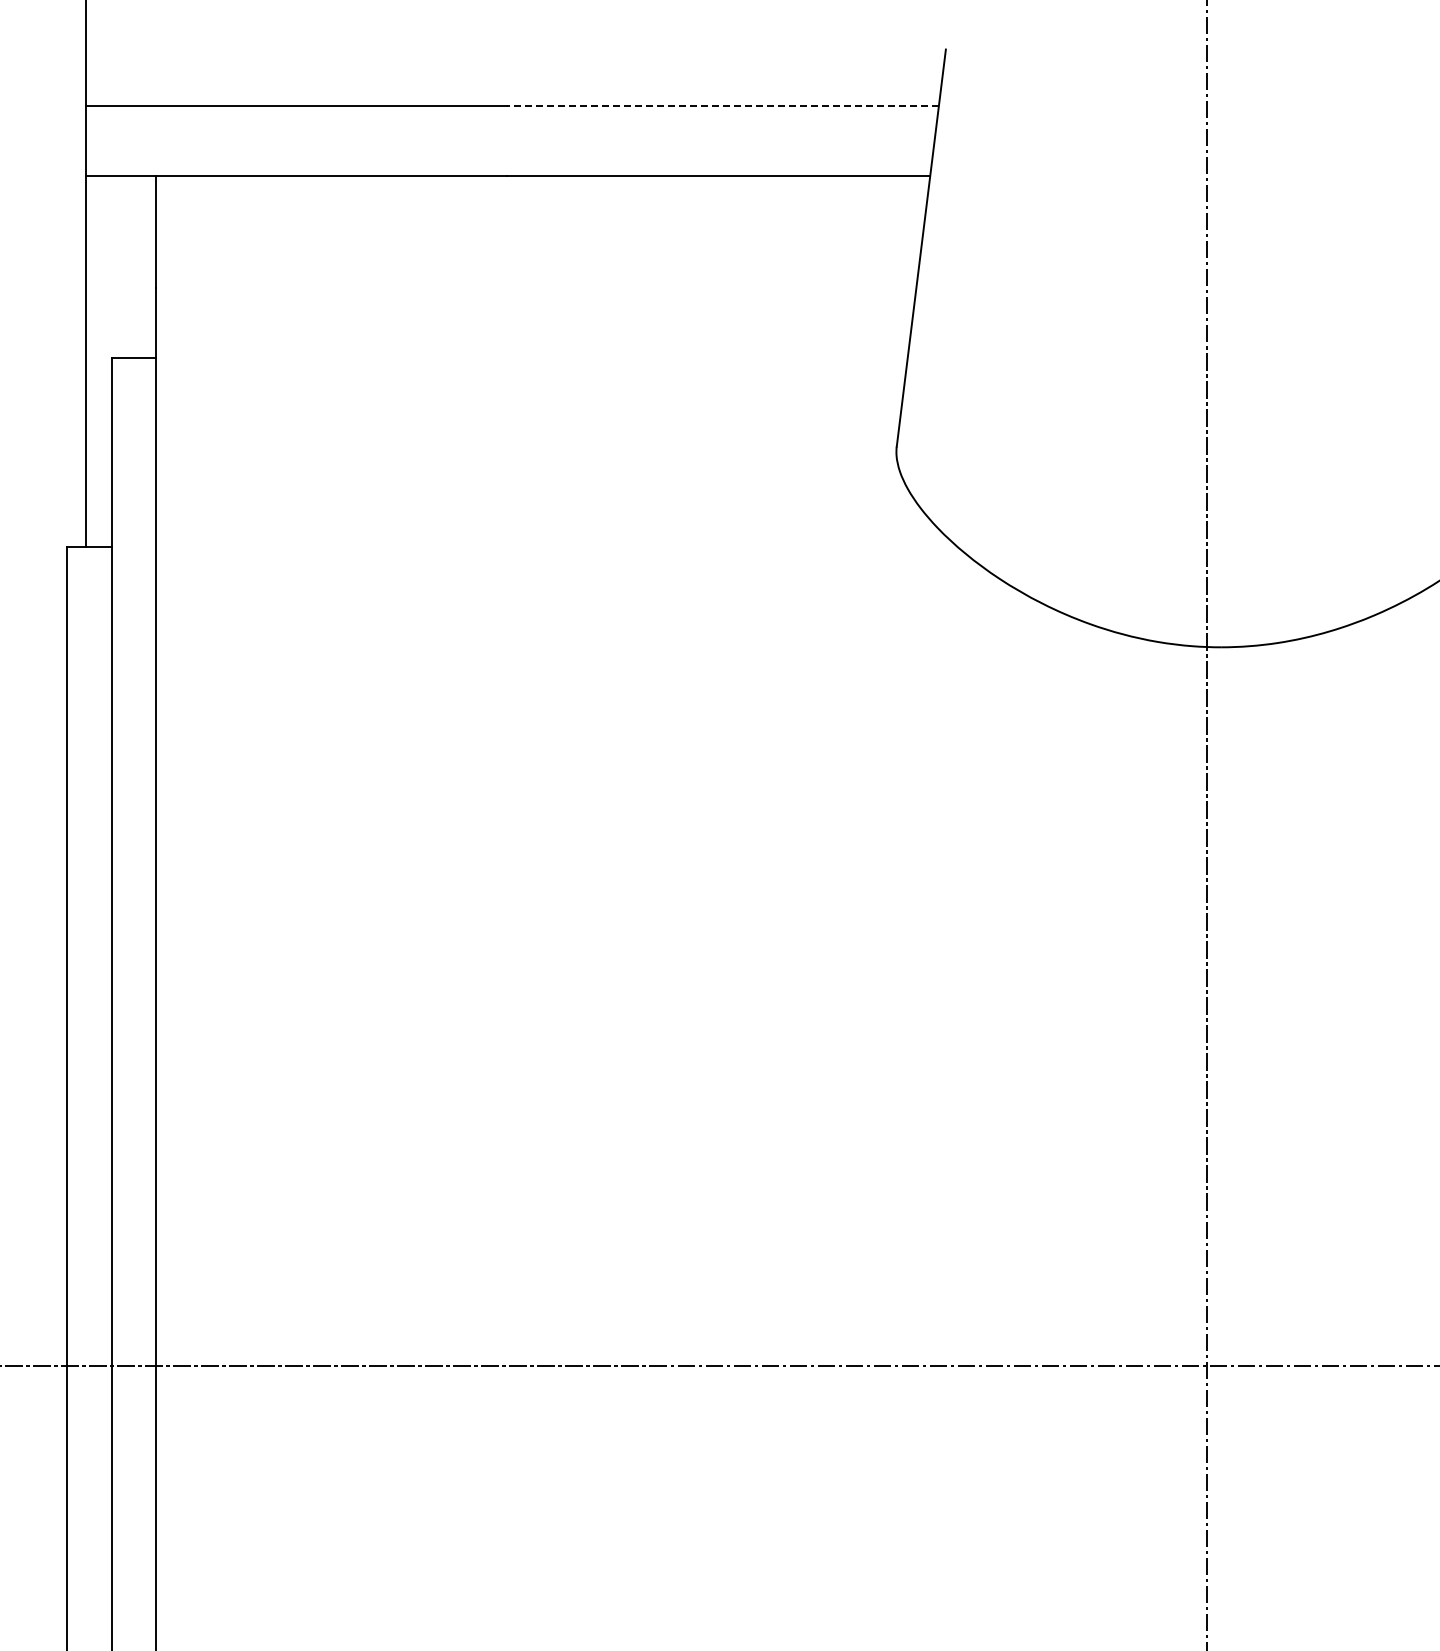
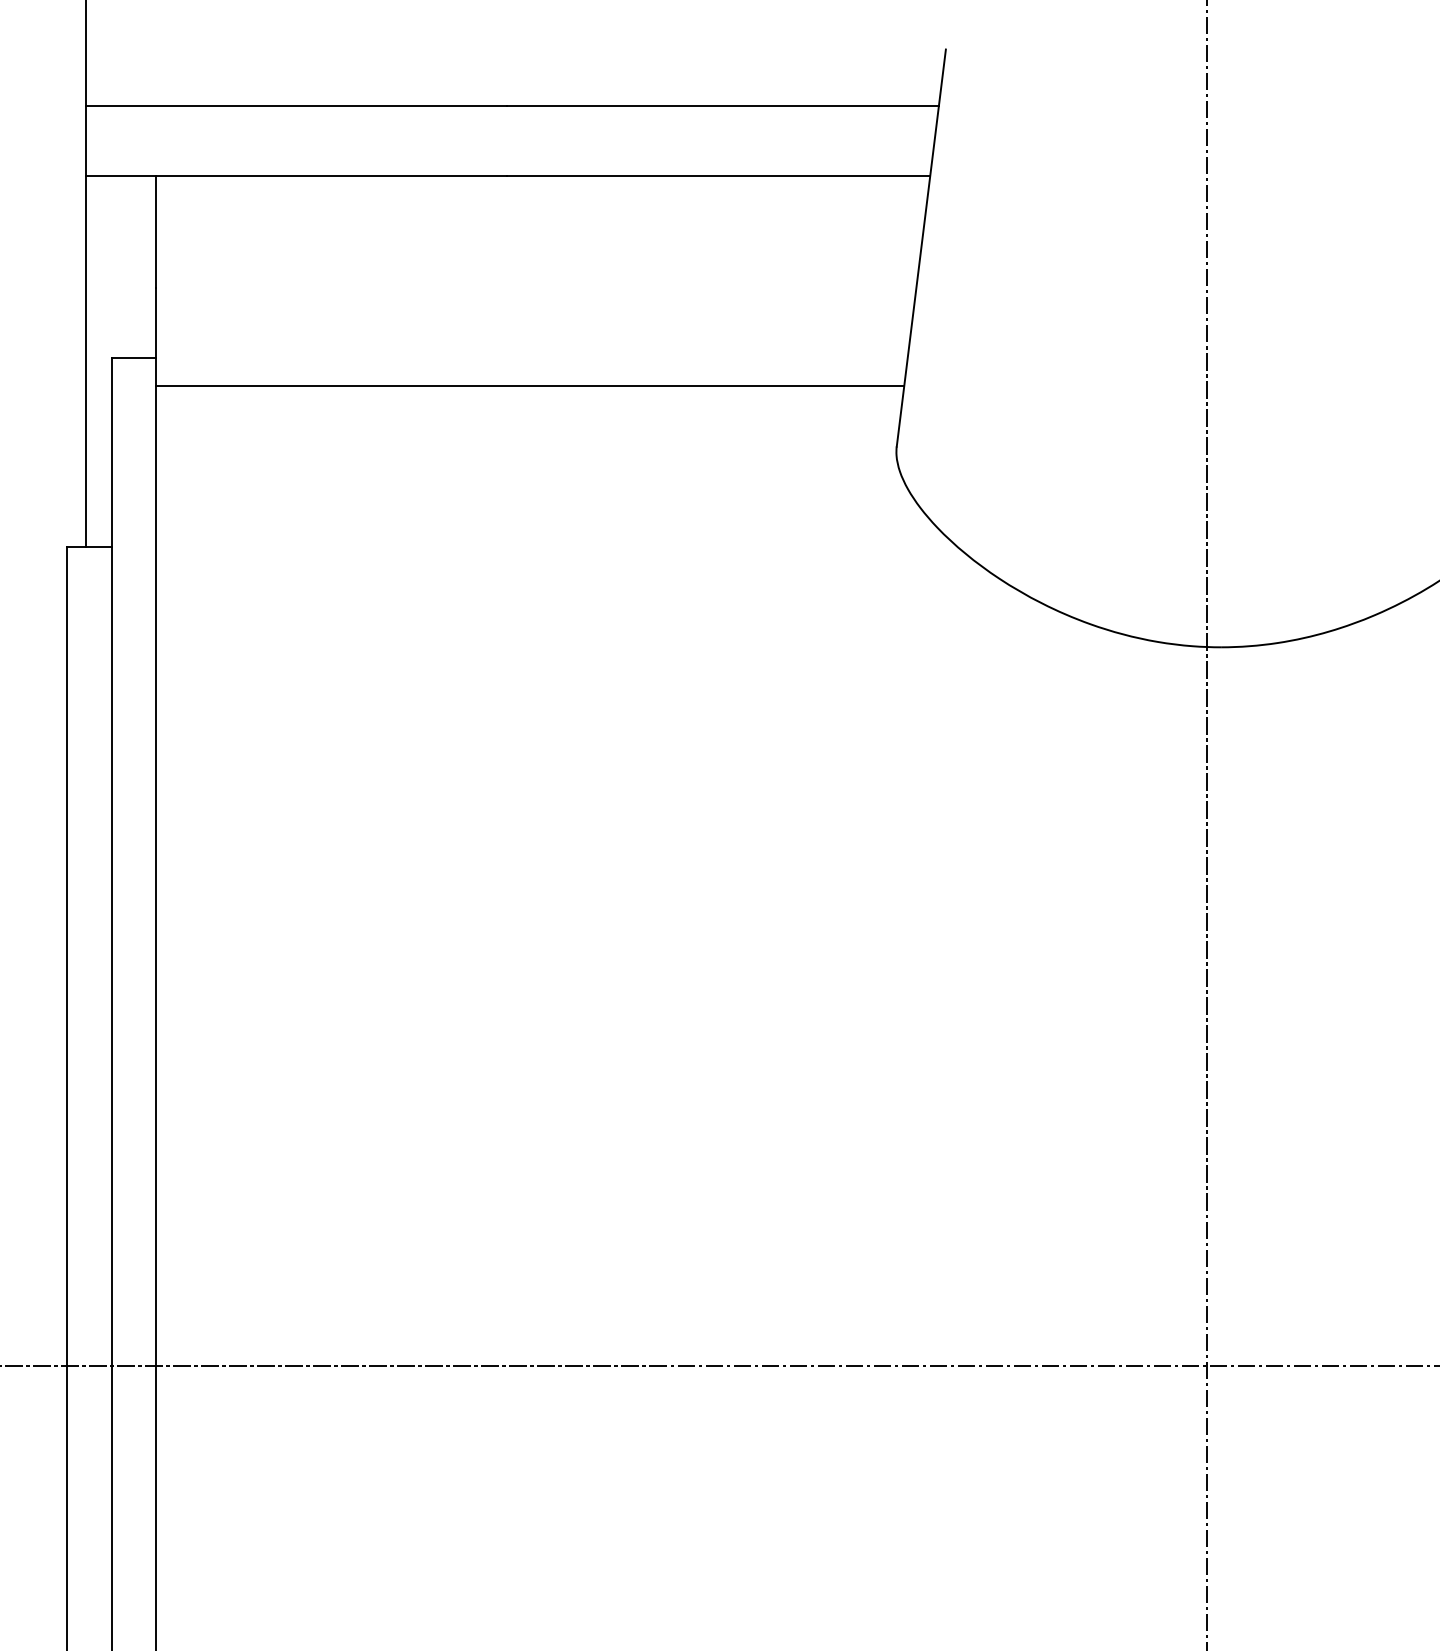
line at (722, 105): dashed -> solid
line at (530, 385): none -> present
